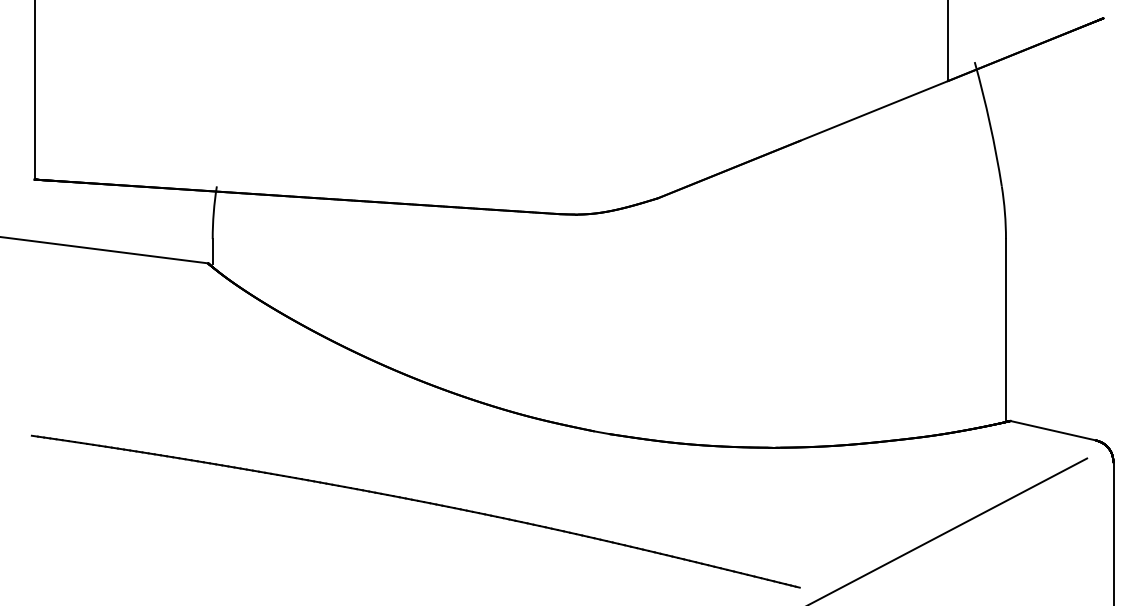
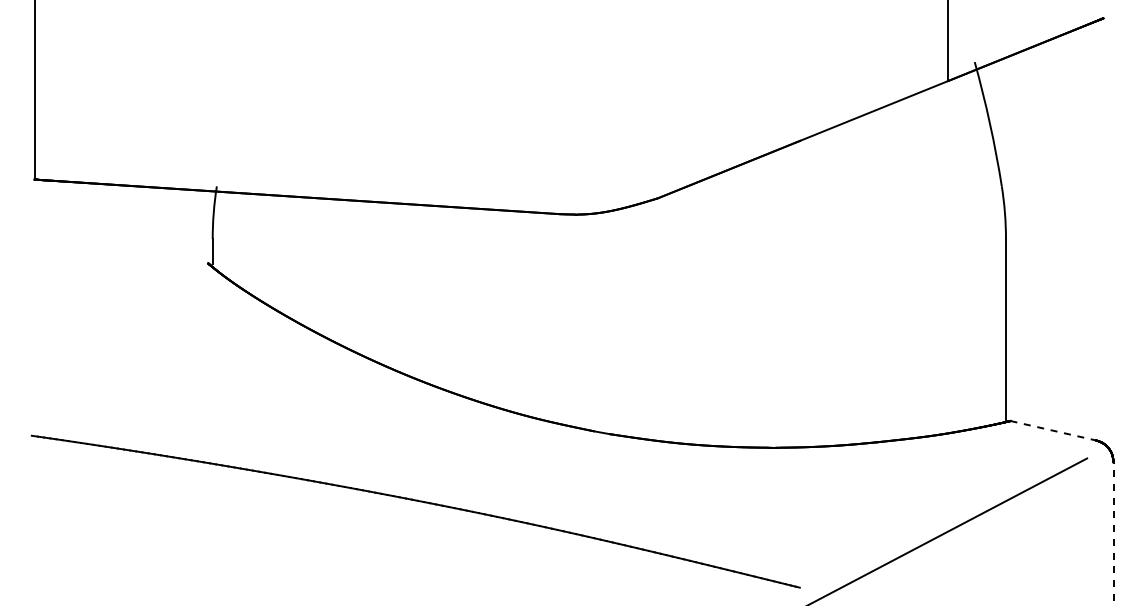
line at (105, 250): present -> none
line at (1053, 430): solid -> dashed
line at (1113, 533): solid -> dashed
